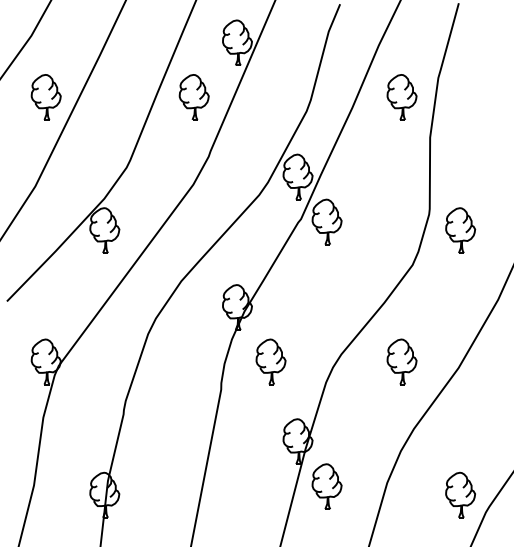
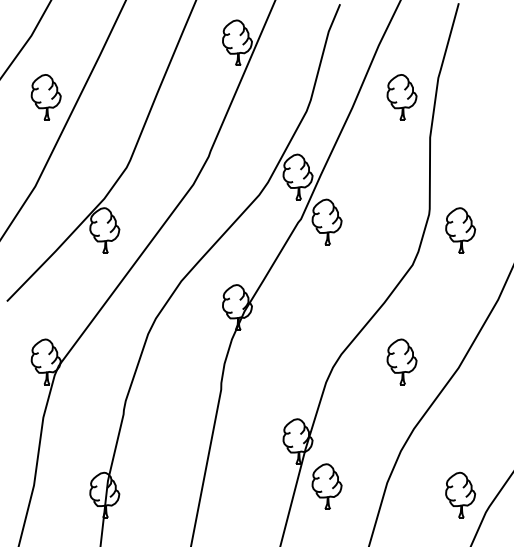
part at (193, 97): present -> none
part at (270, 361): present -> none
